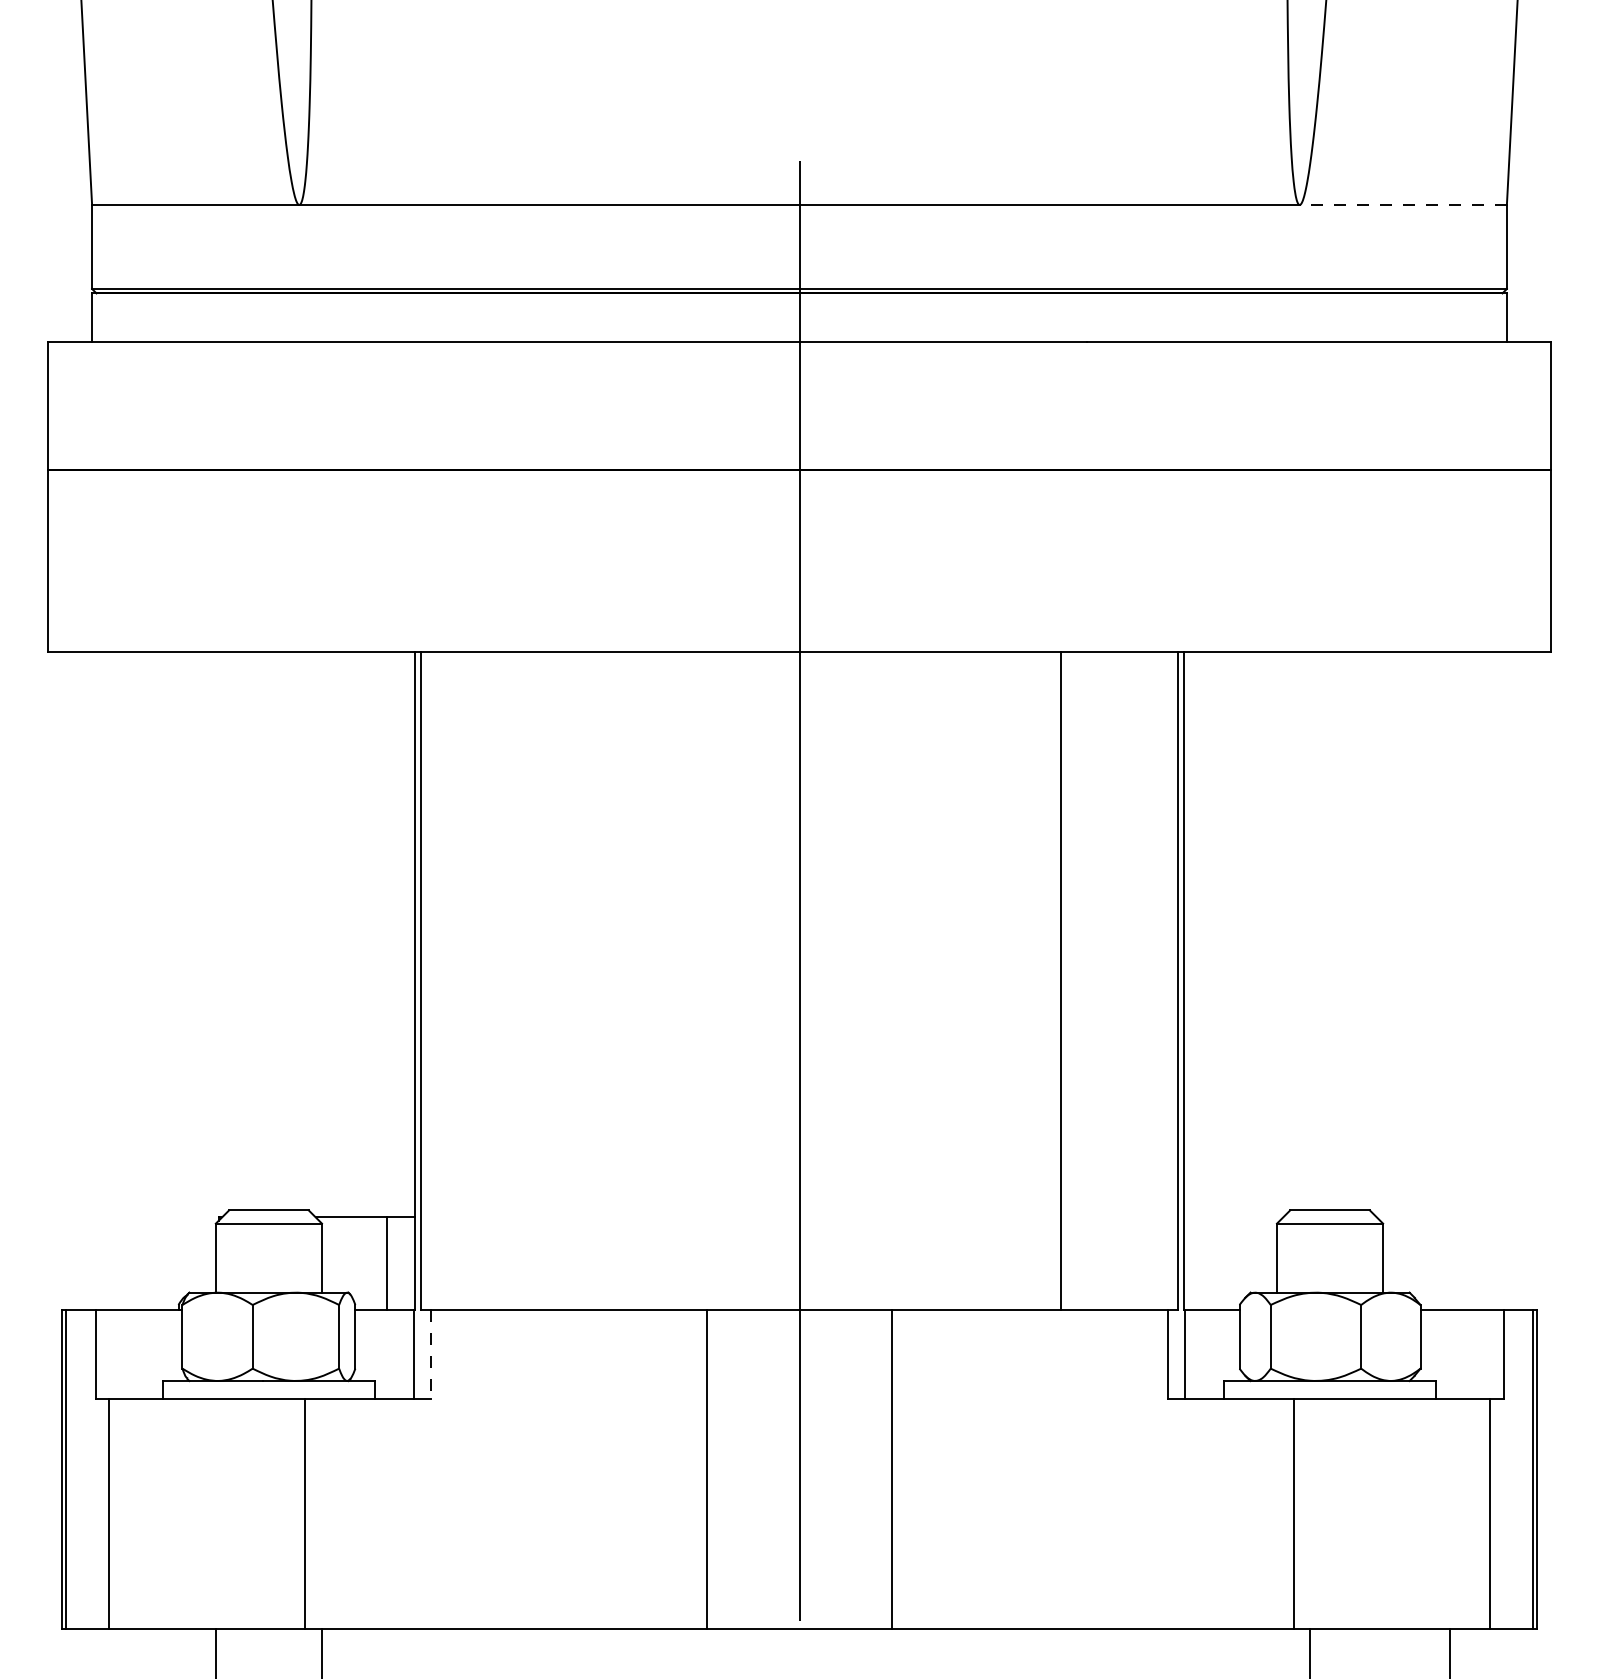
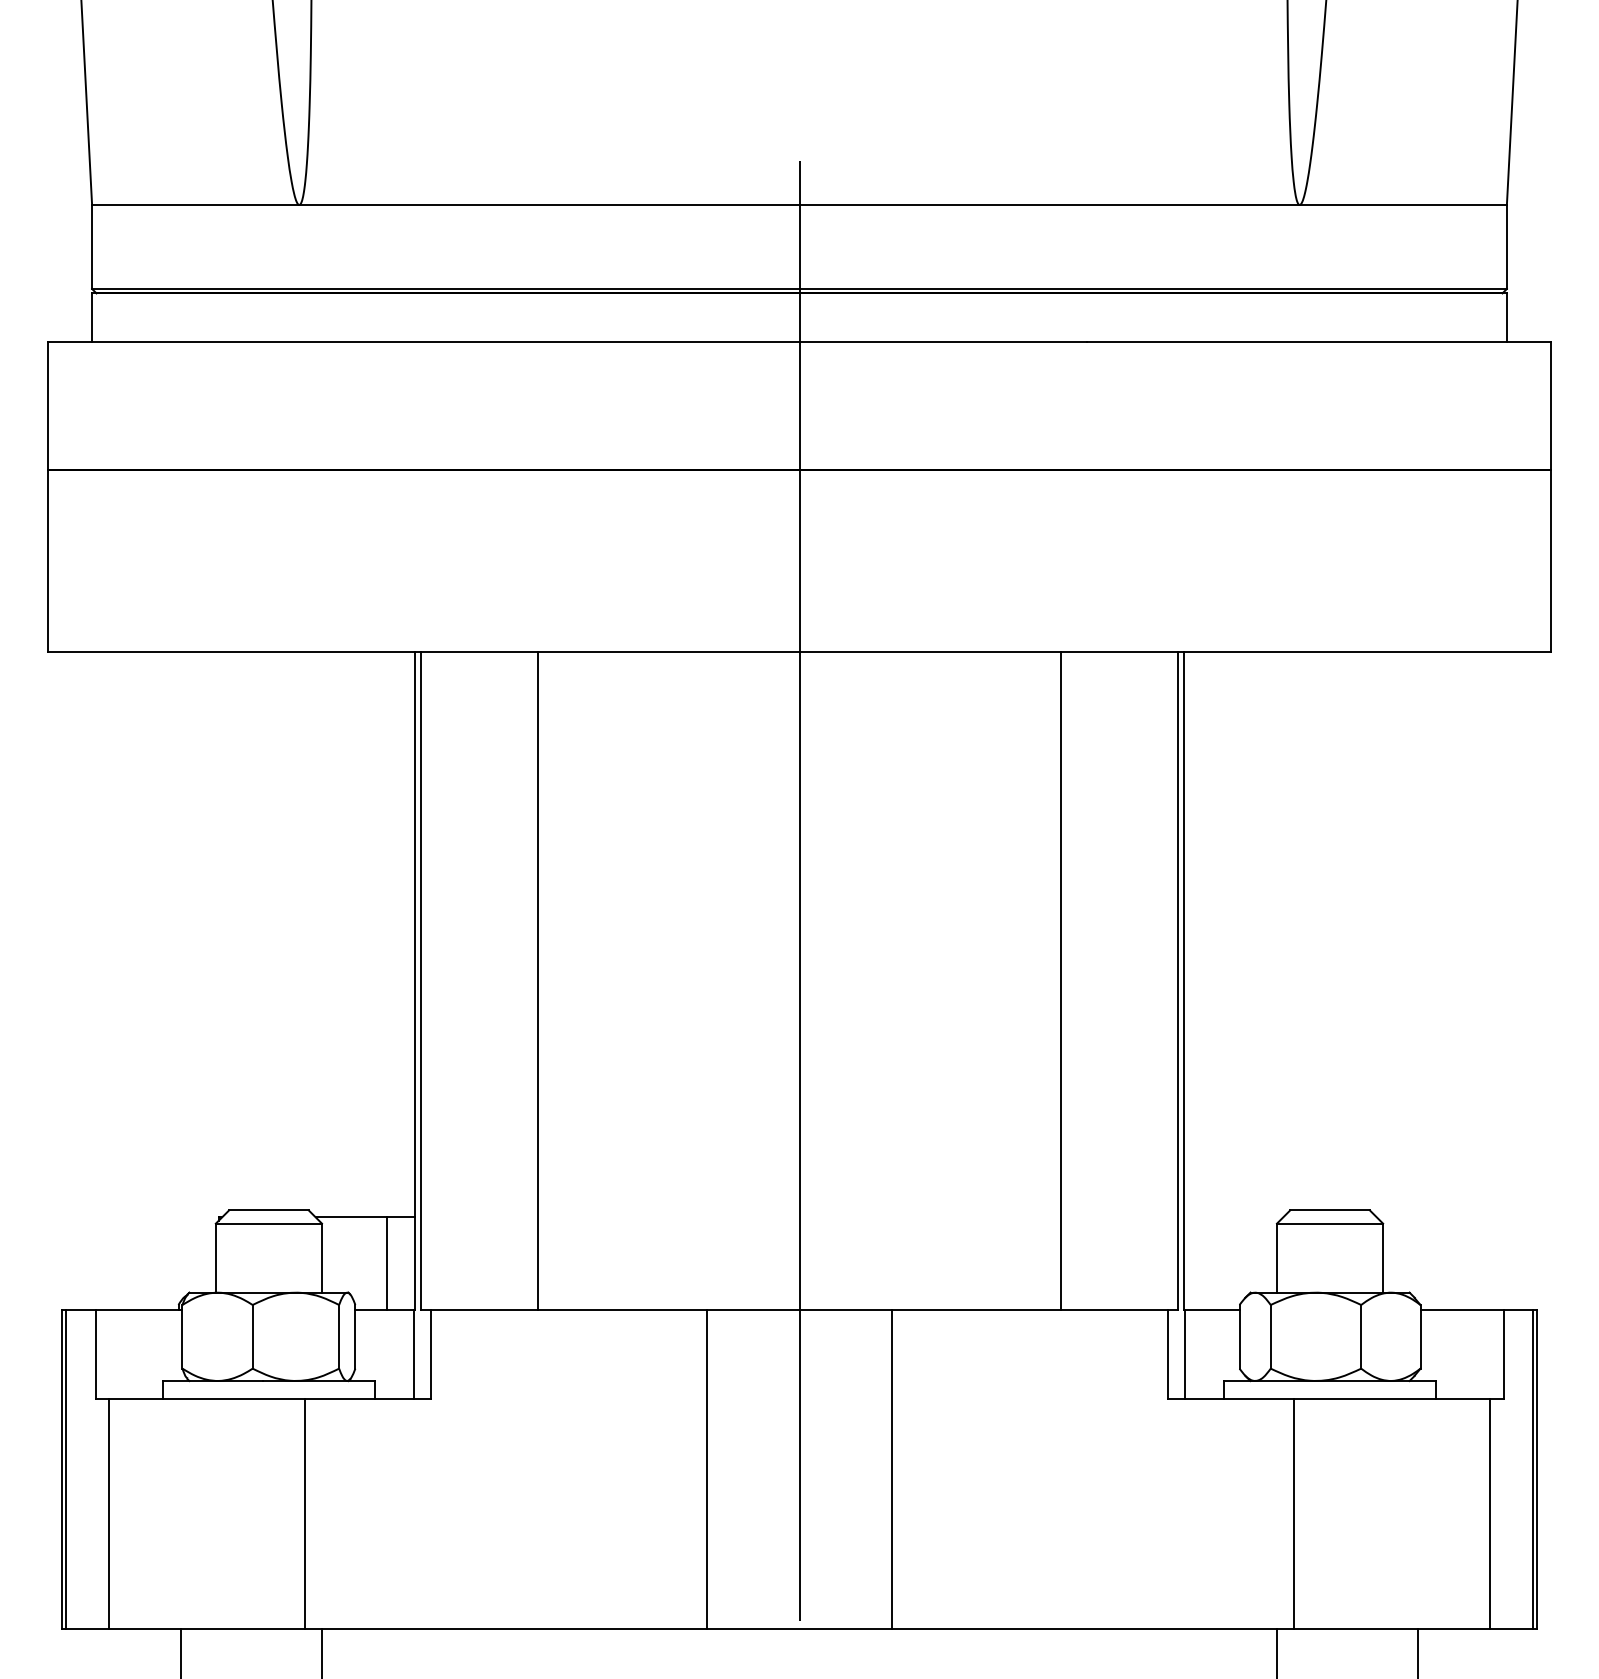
line at (1403, 204): dashed -> solid
line at (537, 980): none -> present
line at (430, 1355): dashed -> solid
line at (215, 1651) position: (215, 1651) -> (180, 1651)
line at (1309, 1651) position: (1309, 1651) -> (1276, 1651)
line at (1450, 1651) position: (1450, 1651) -> (1418, 1651)
